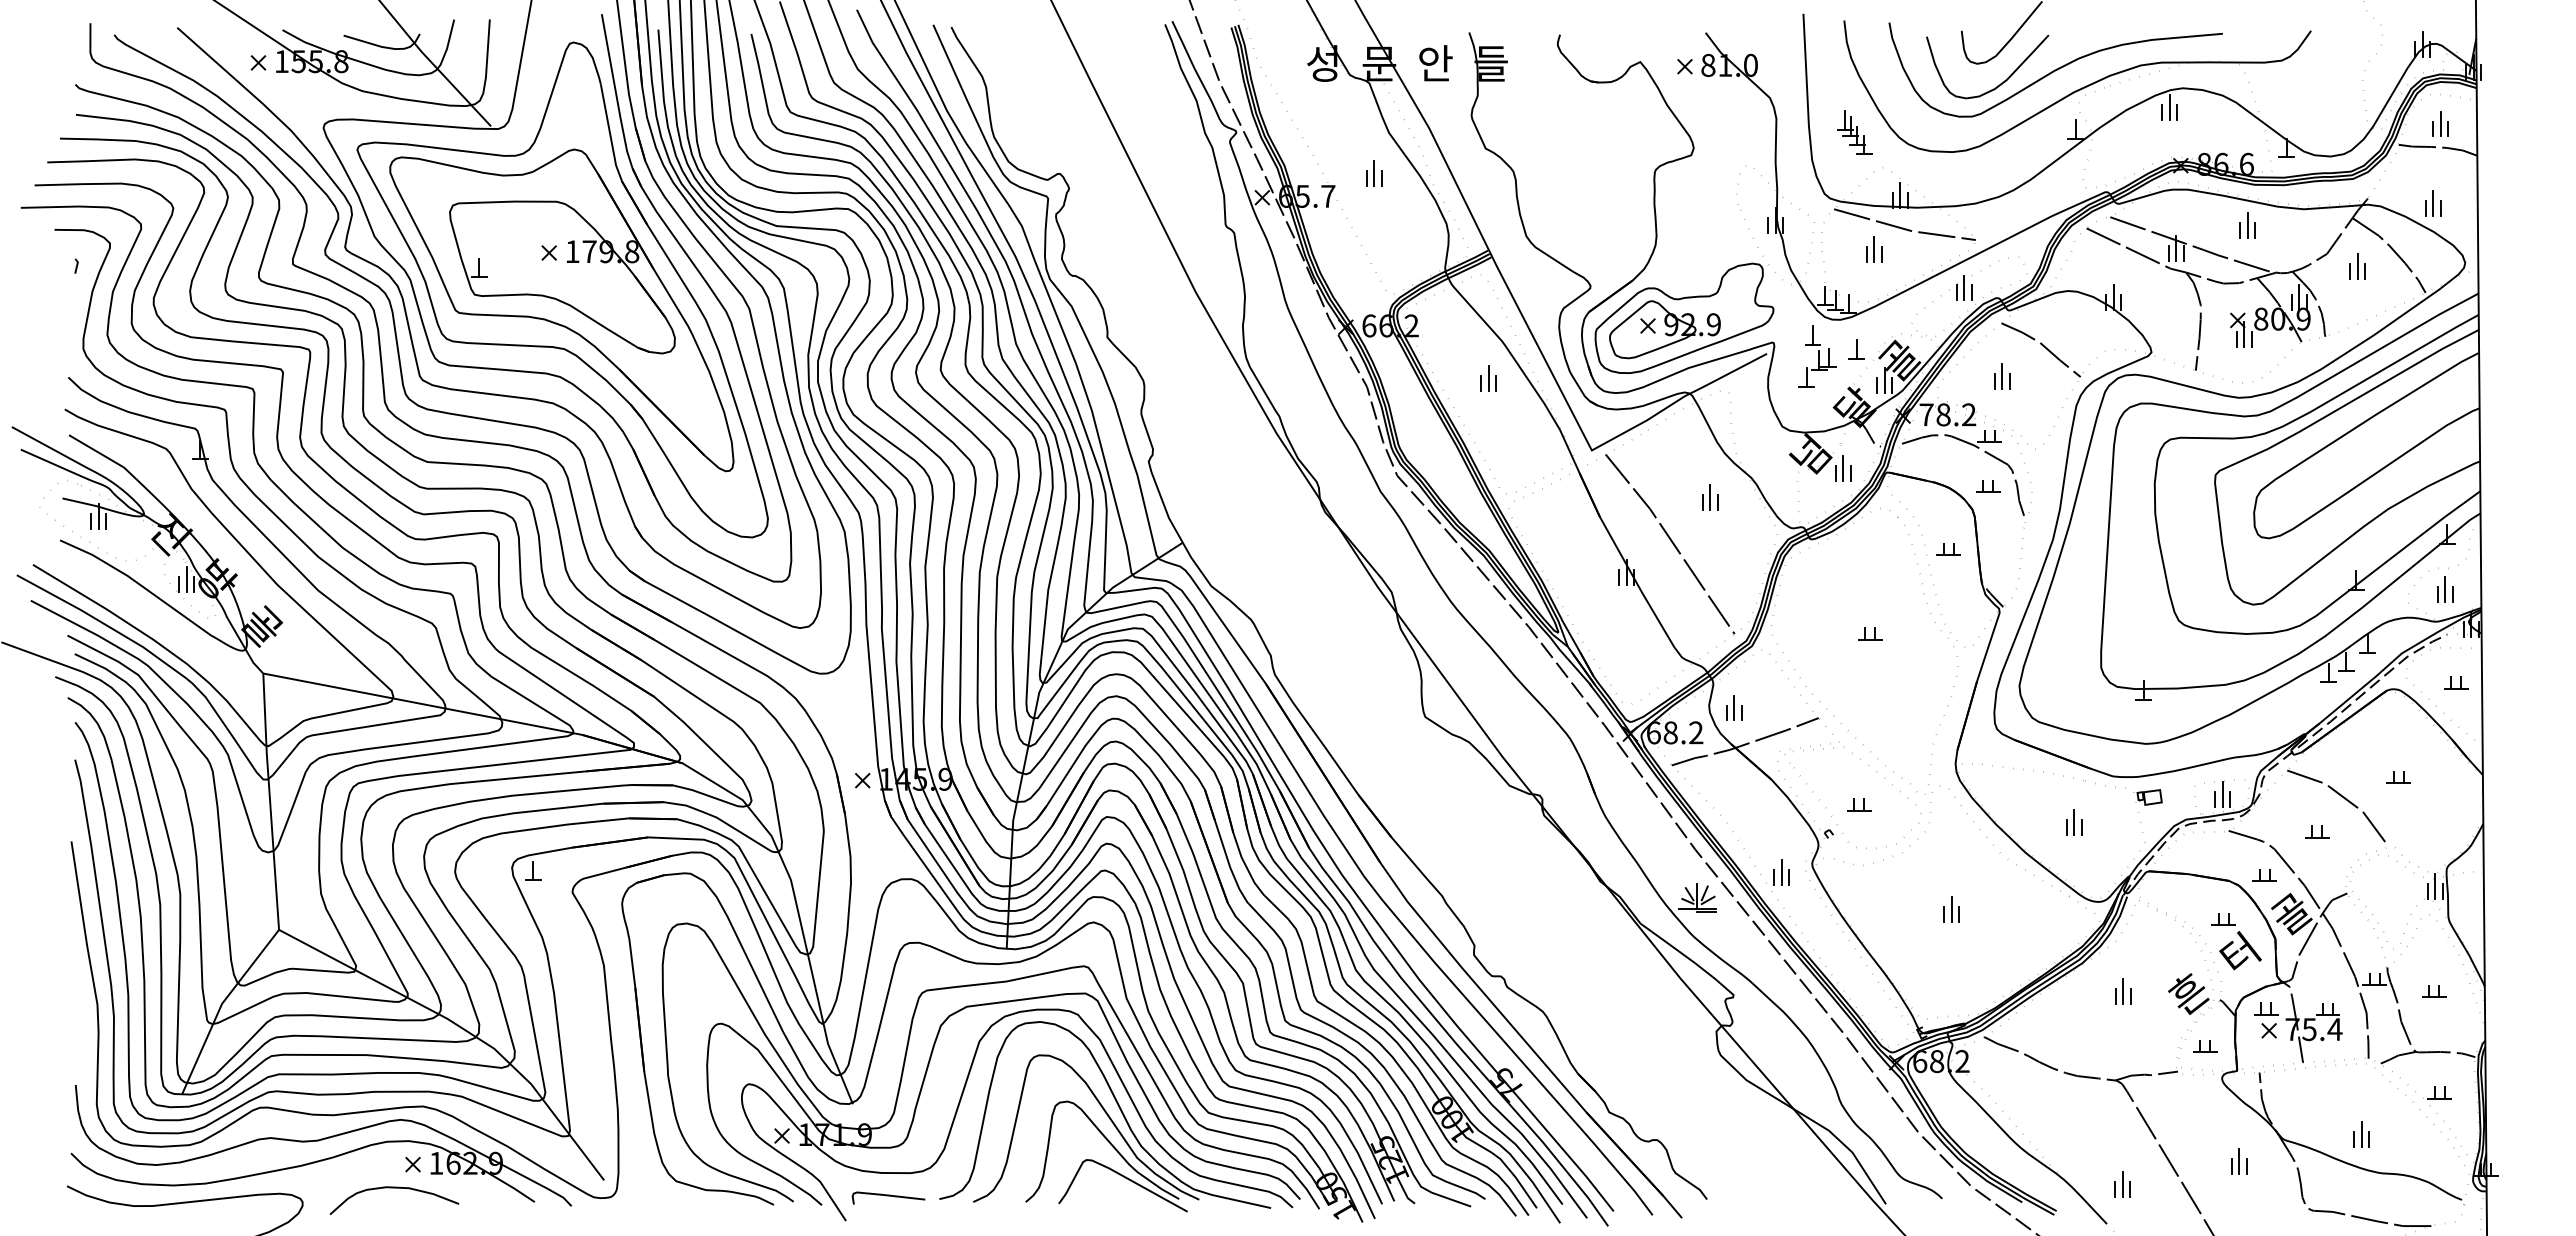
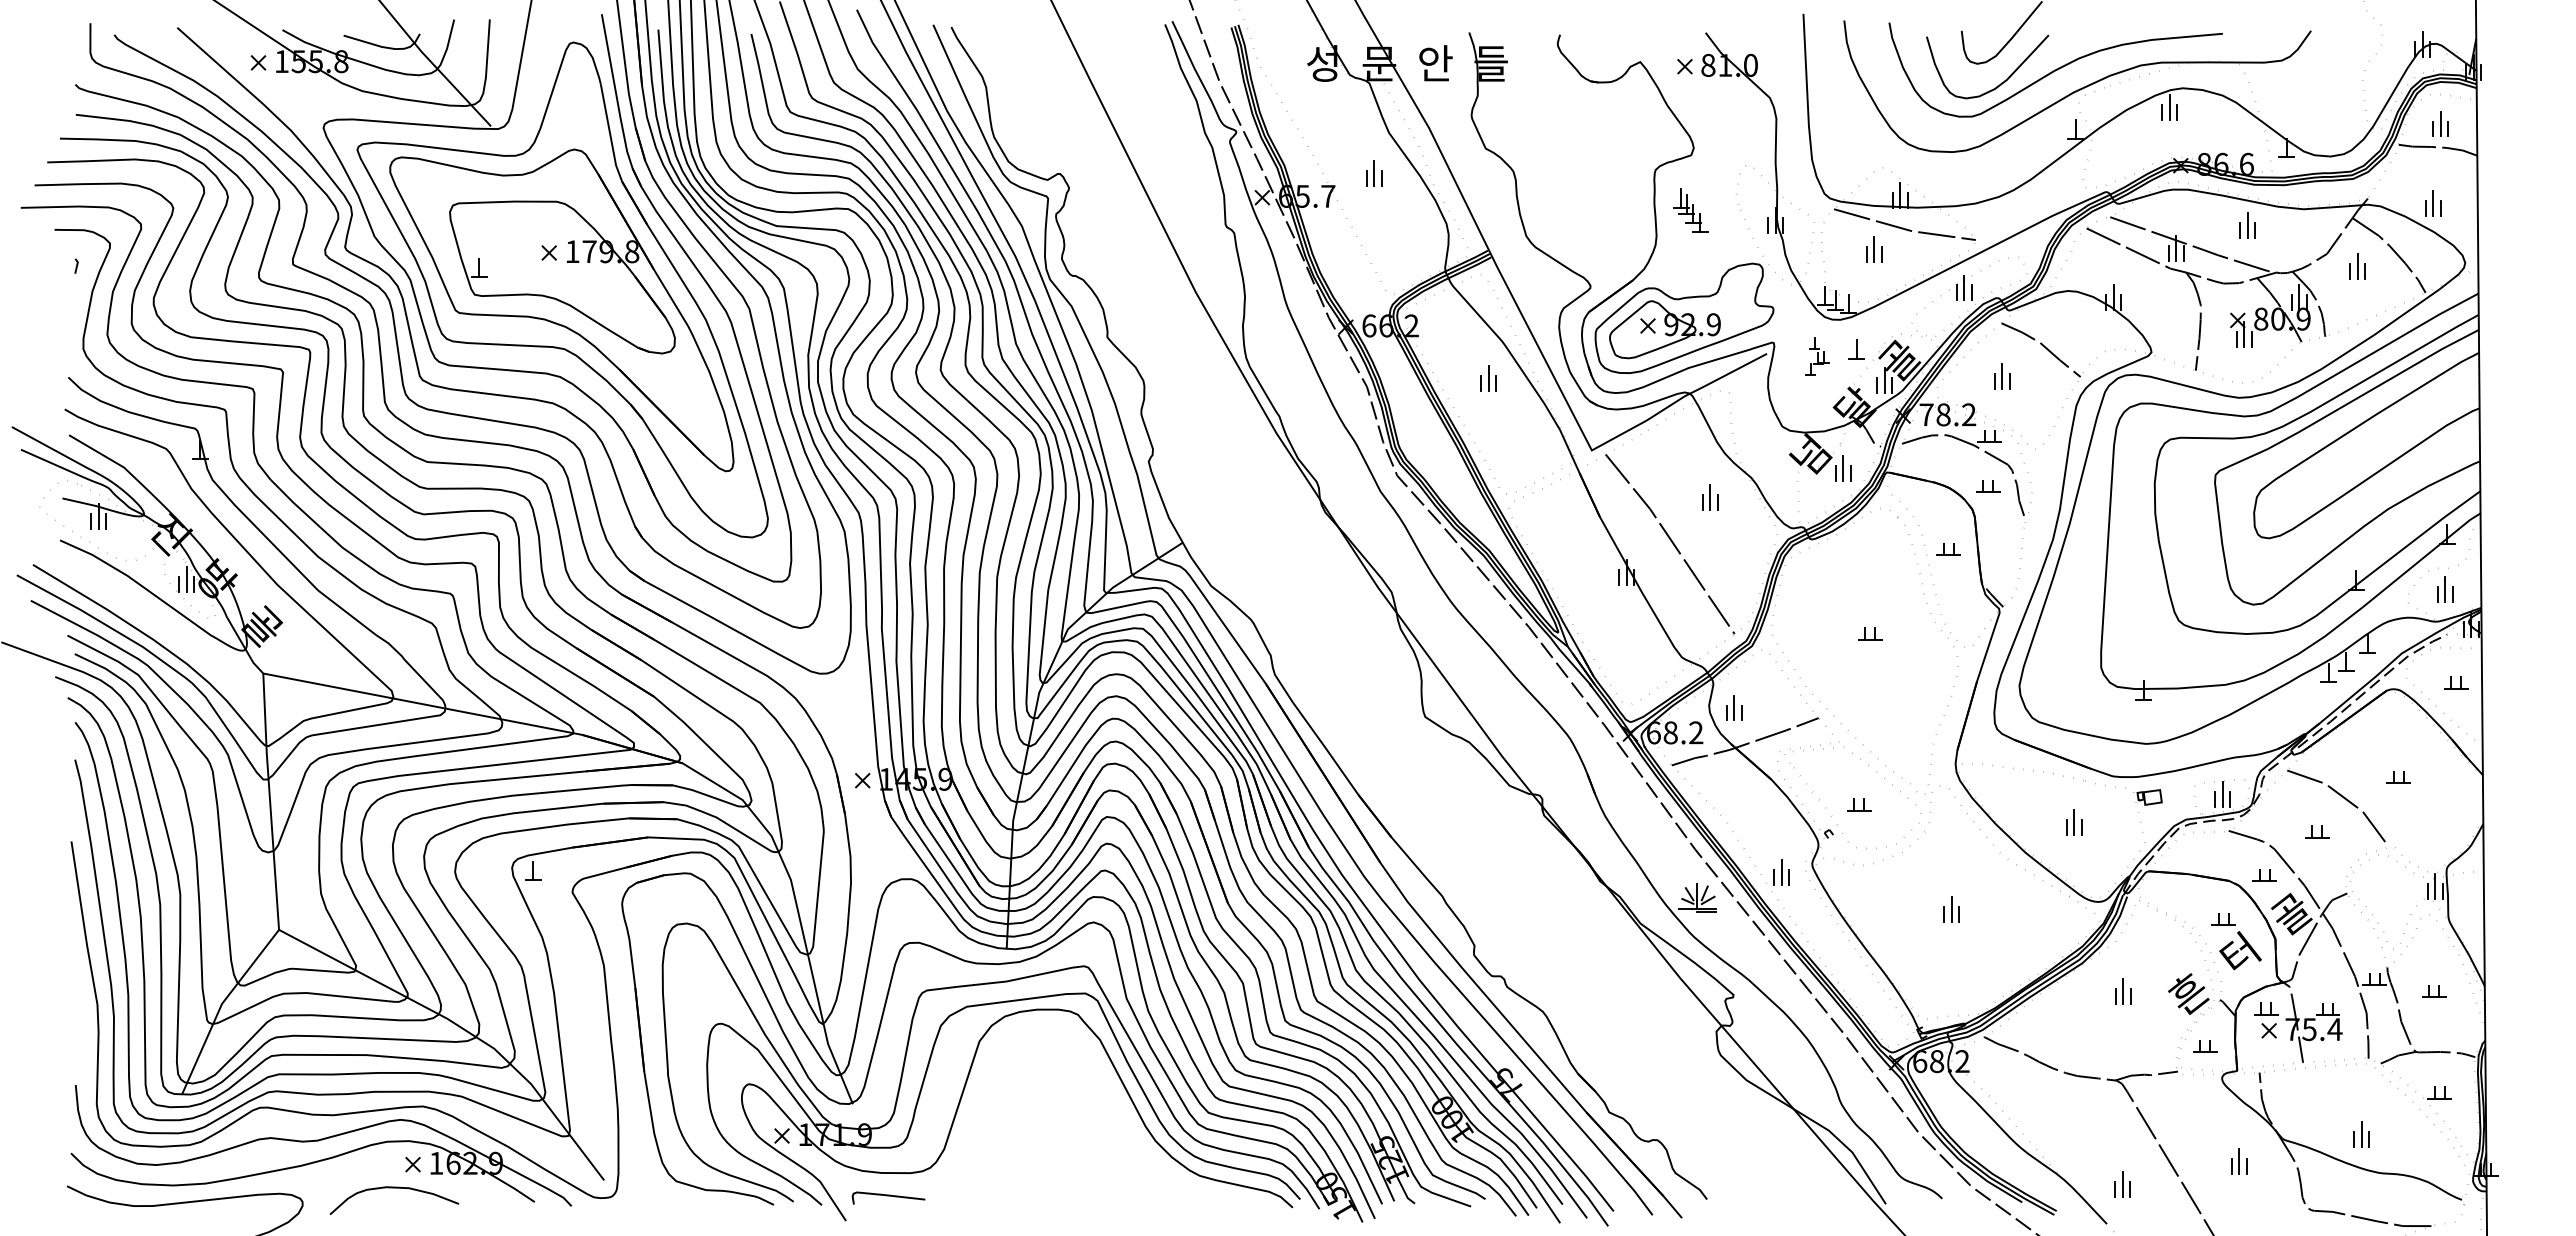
part at (1854, 132) position: (1854, 132) -> (1690, 210)
part at (1817, 356) size: 39x63 px -> 25x39 px
part at (1105, 1116): present -> none
